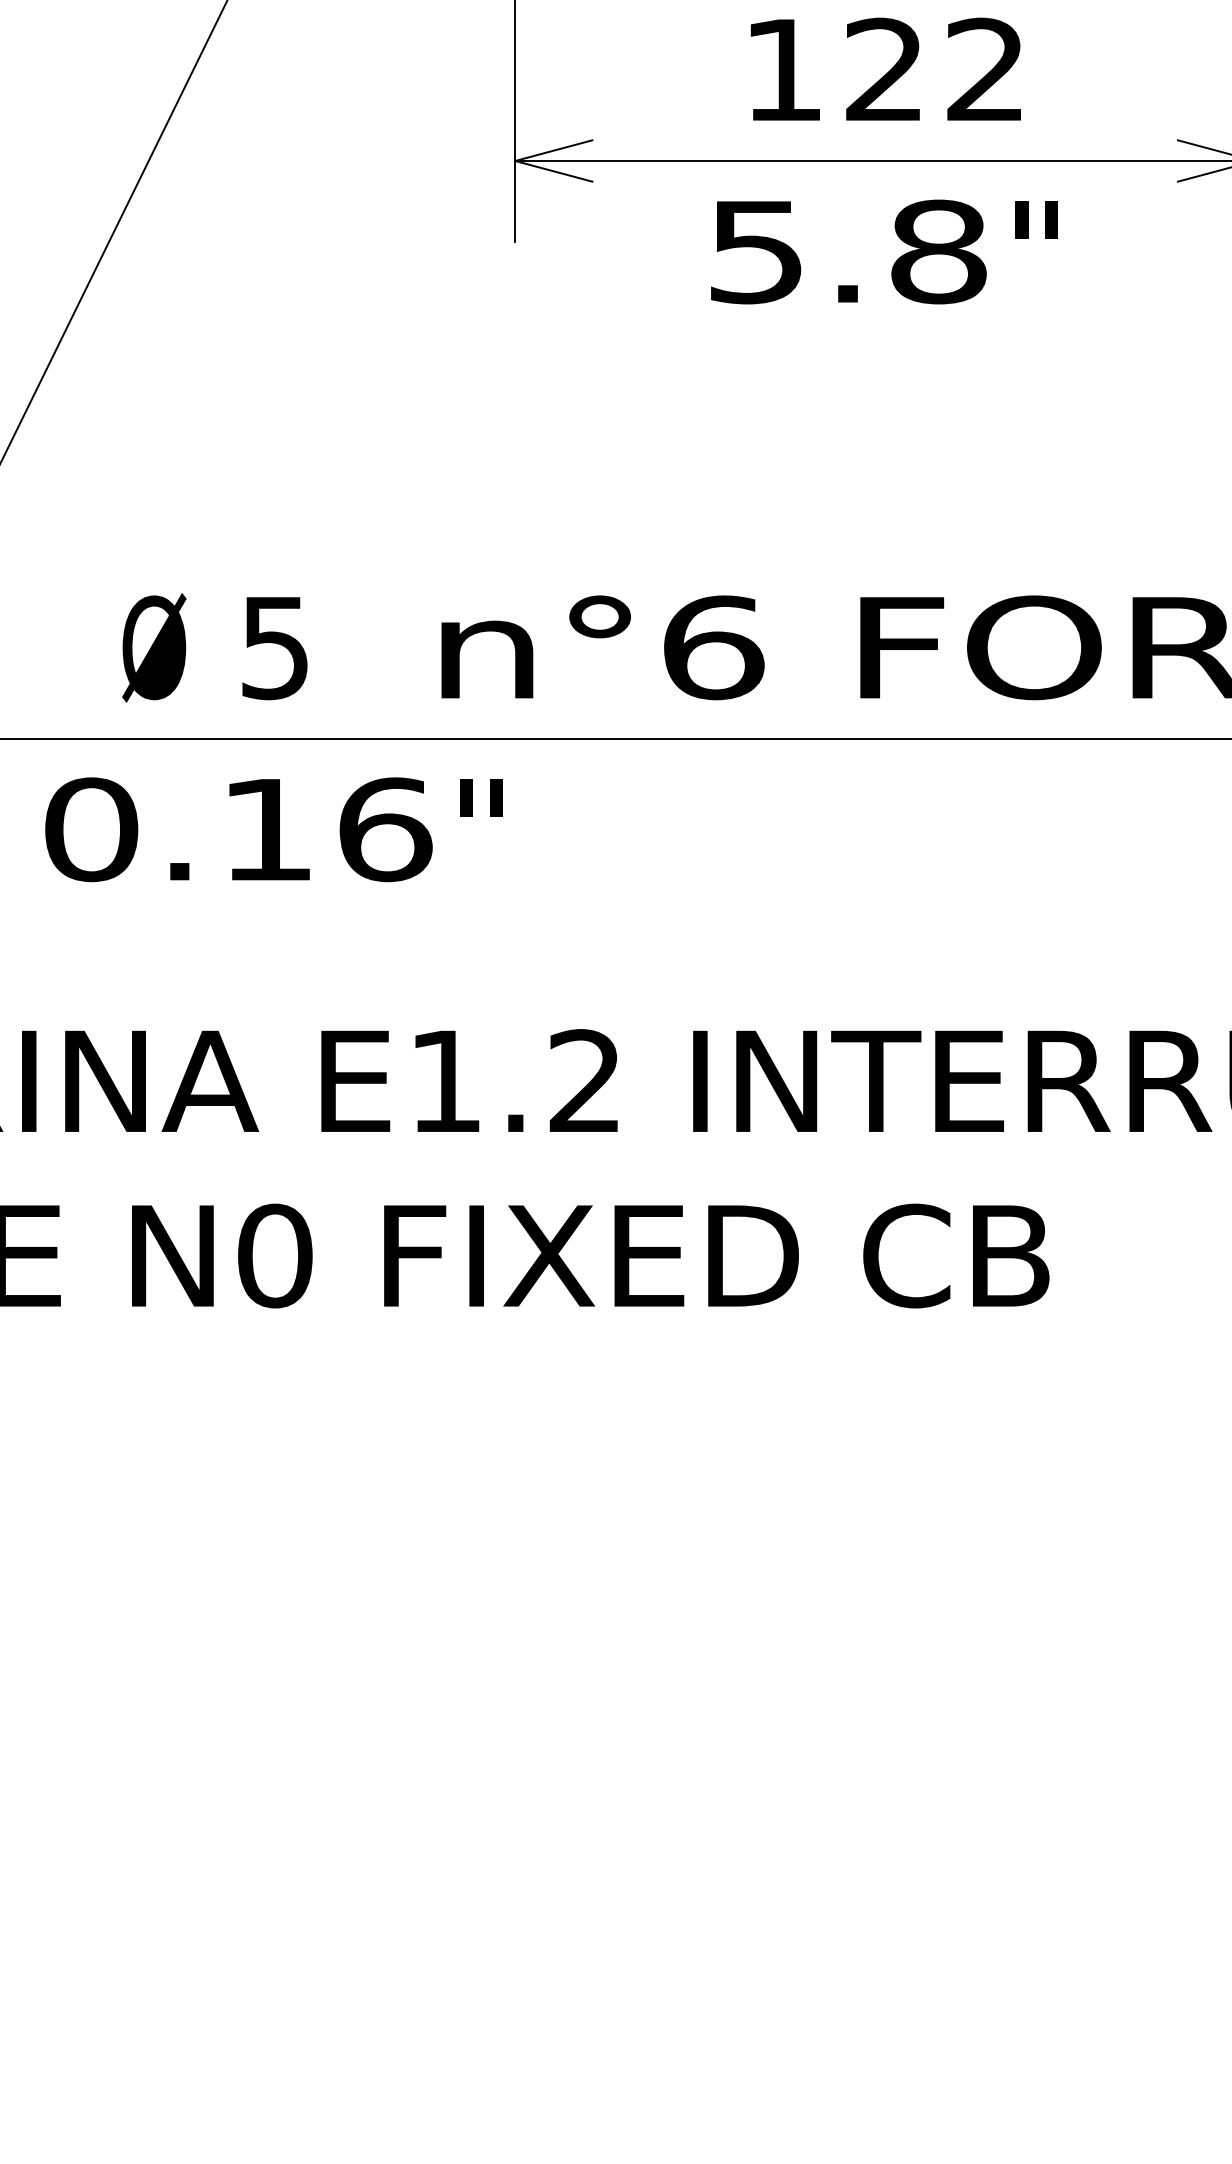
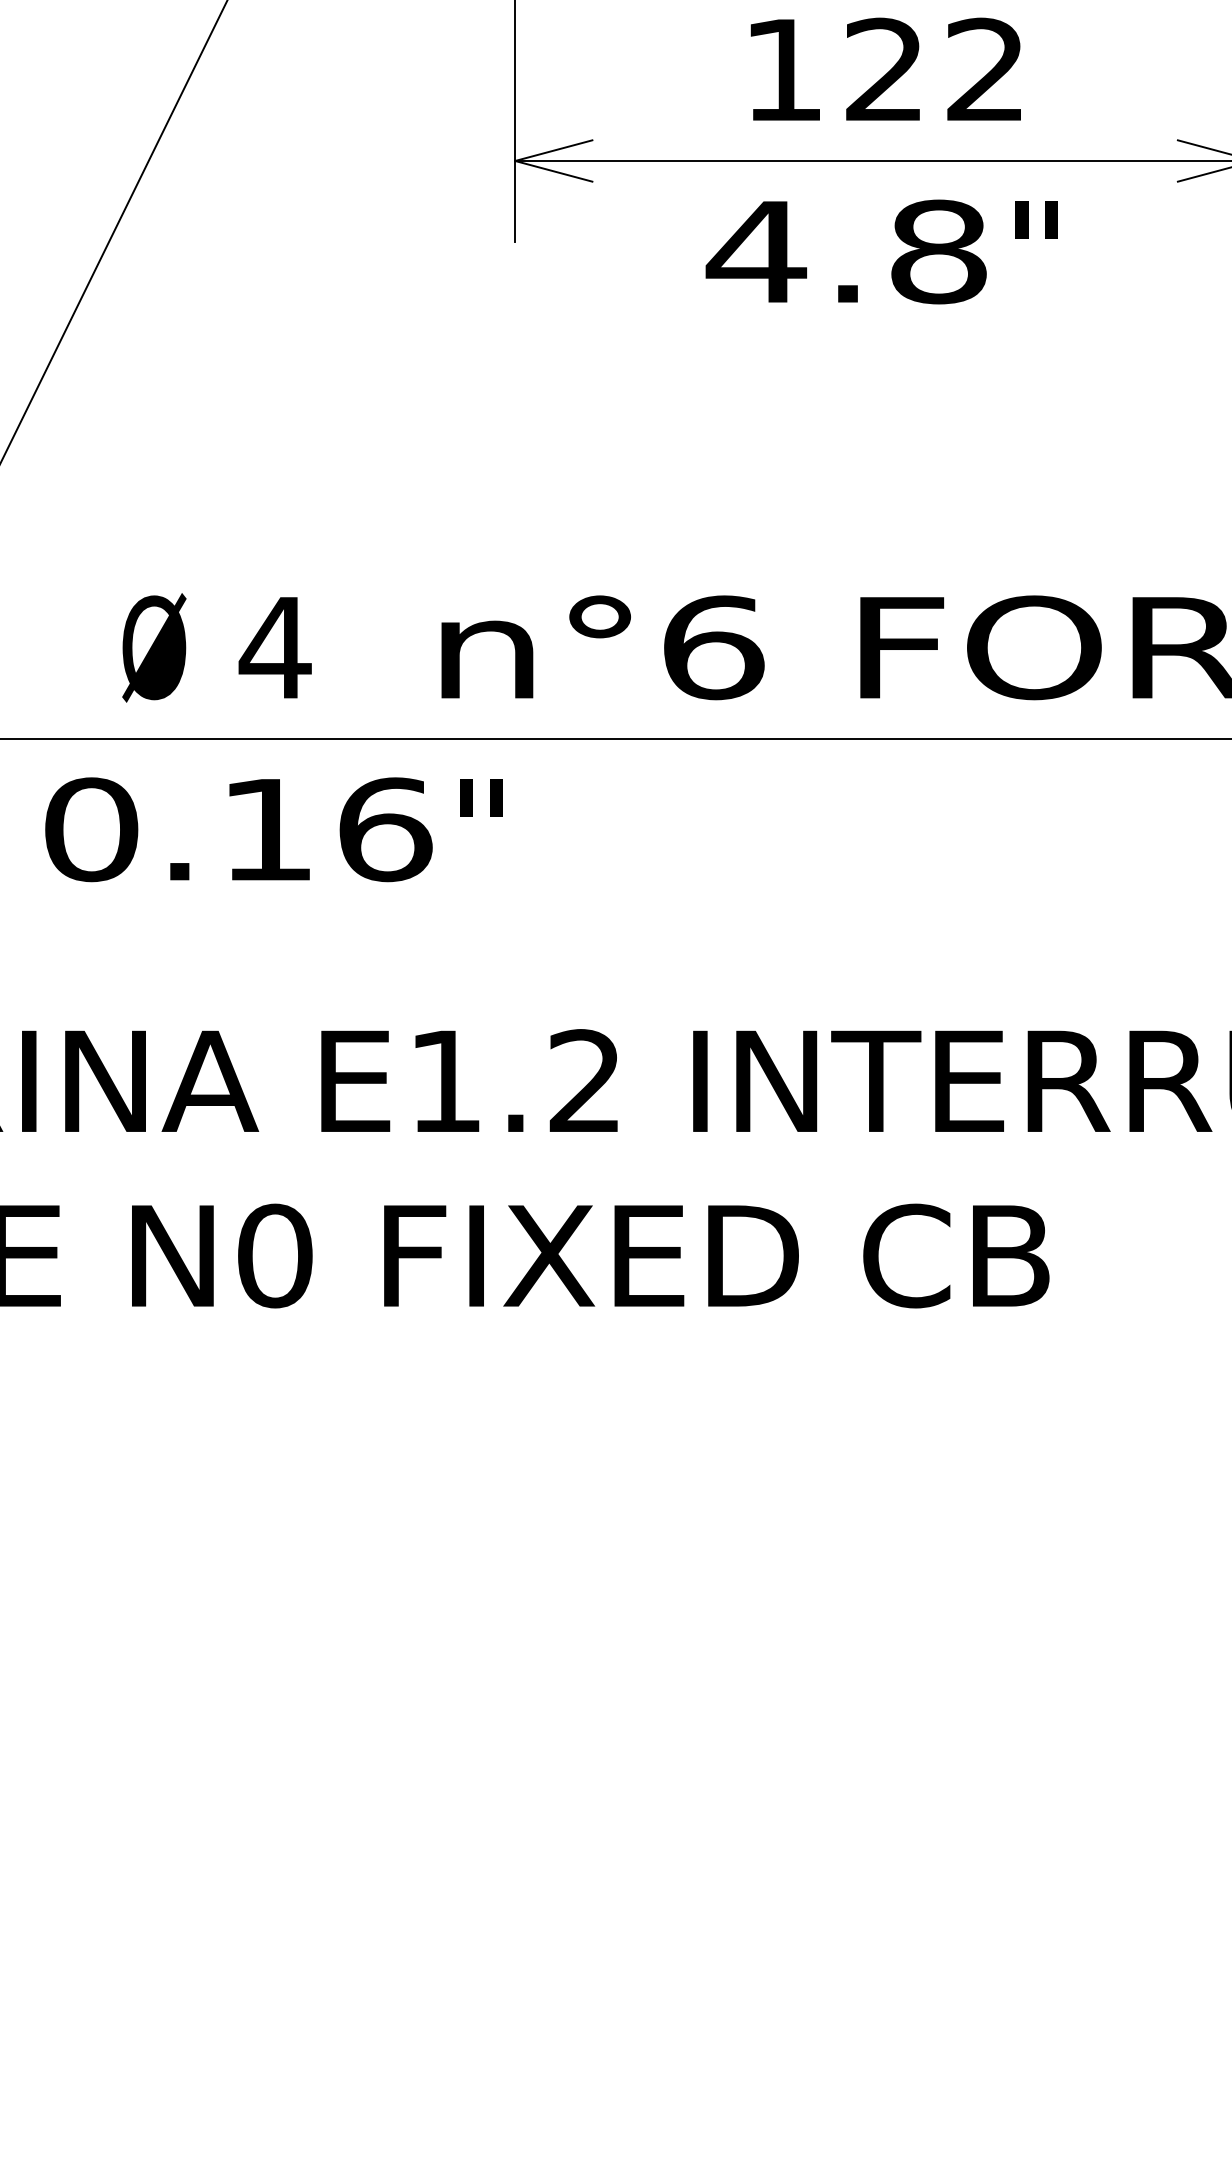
text at (756, 252): 5.8 -> 4.8
text at (274, 648): 5 -> 4
